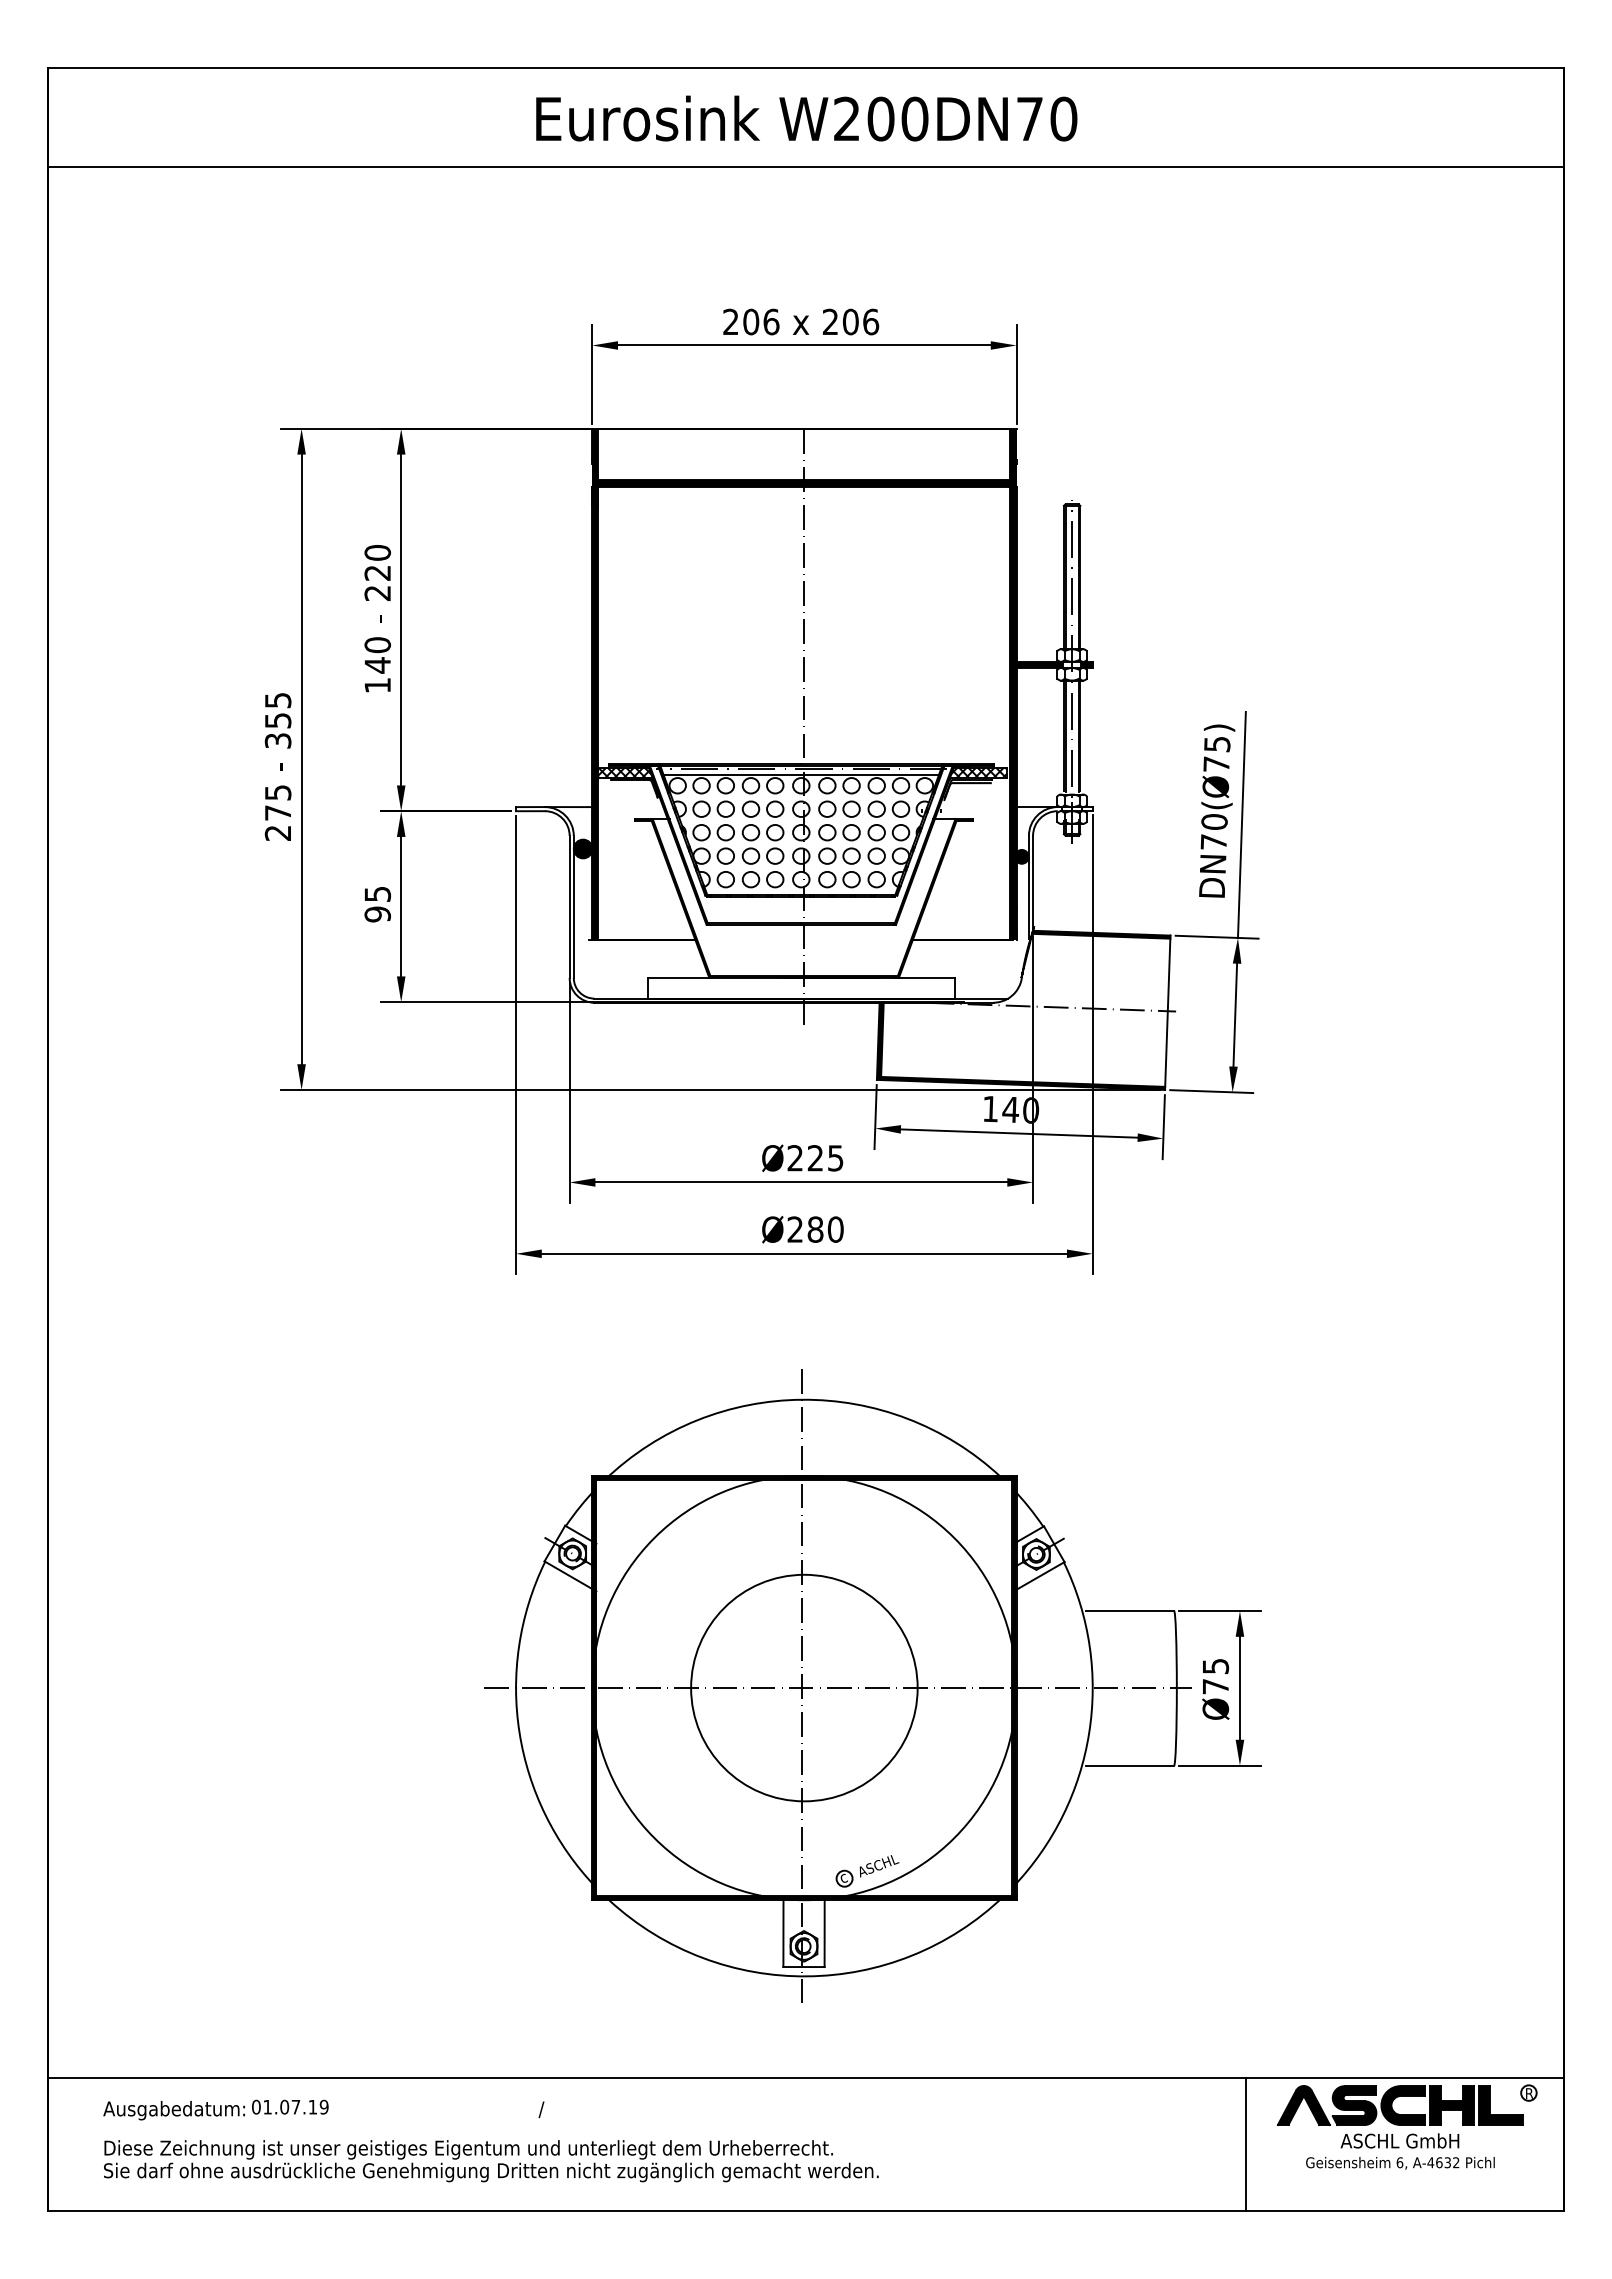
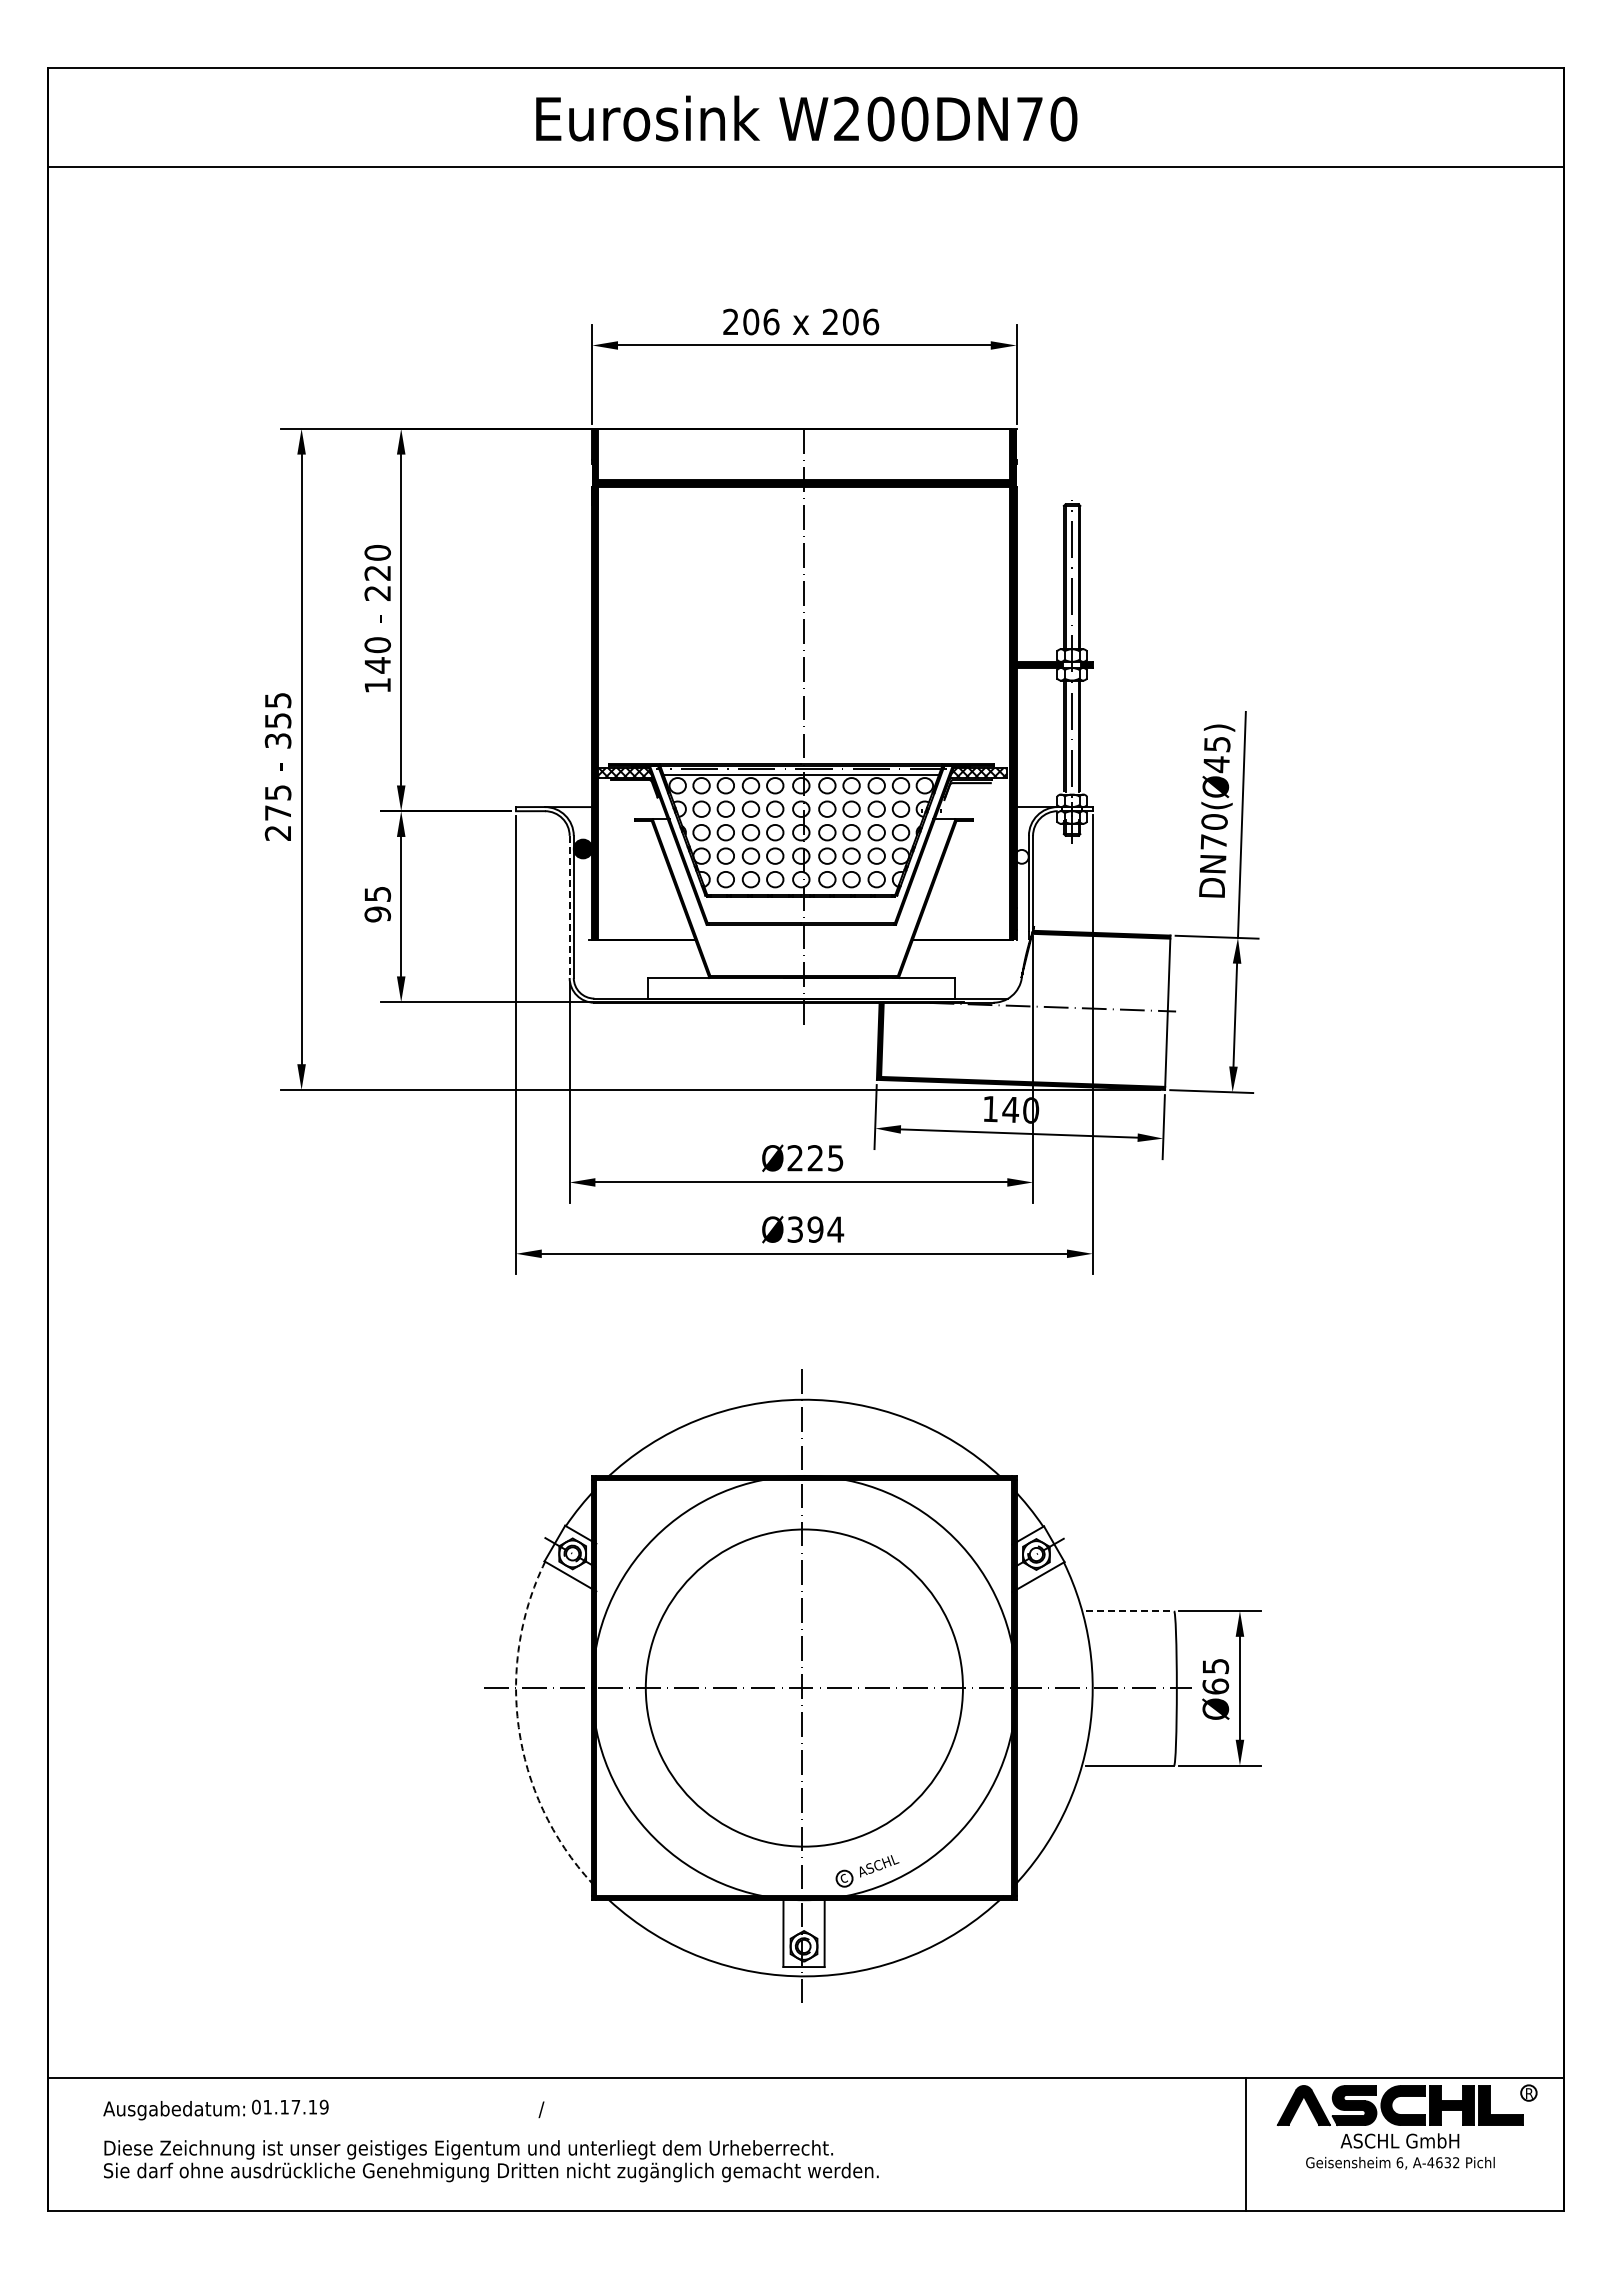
text at (1216, 764): DN70(Ø75) -> DN70(Ø45)
fill at (1022, 856): present -> none
line at (569, 907): solid -> dashed
text at (815, 1229): Ø280 -> Ø394
line at (1130, 1611): solid -> dashed
text at (1215, 1686): Ø75 -> Ø65
circle at (804, 1687) diameter: 227 px -> 317 px
arc at (519, 1732): solid -> dashed
text at (284, 2106): 01.07.19 -> 01.17.19
